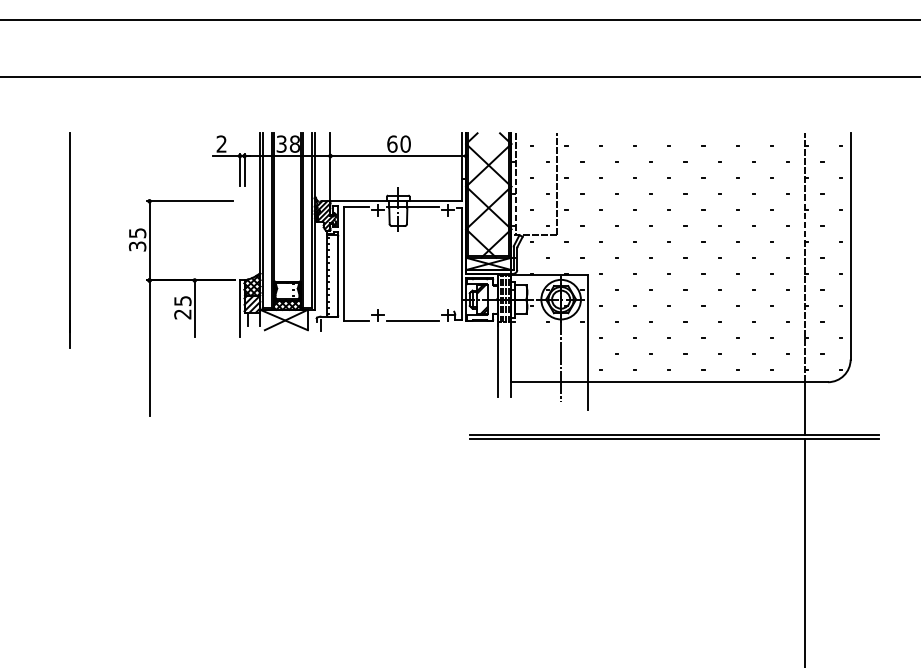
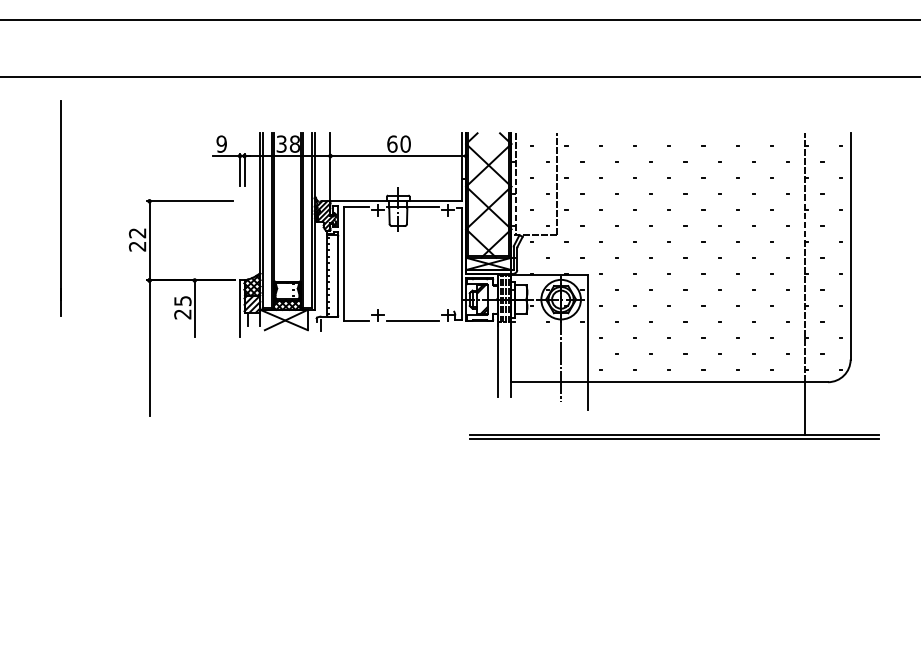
text at (221, 143): 2 -> 9
text at (137, 239): 35 -> 22
line at (69, 240) position: (69, 240) -> (60, 208)
line at (805, 551): present -> none
